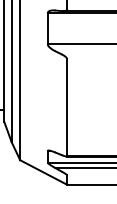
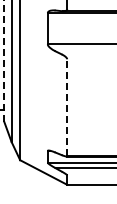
line at (4, 61): solid -> dashed
line at (67, 107): solid -> dashed
